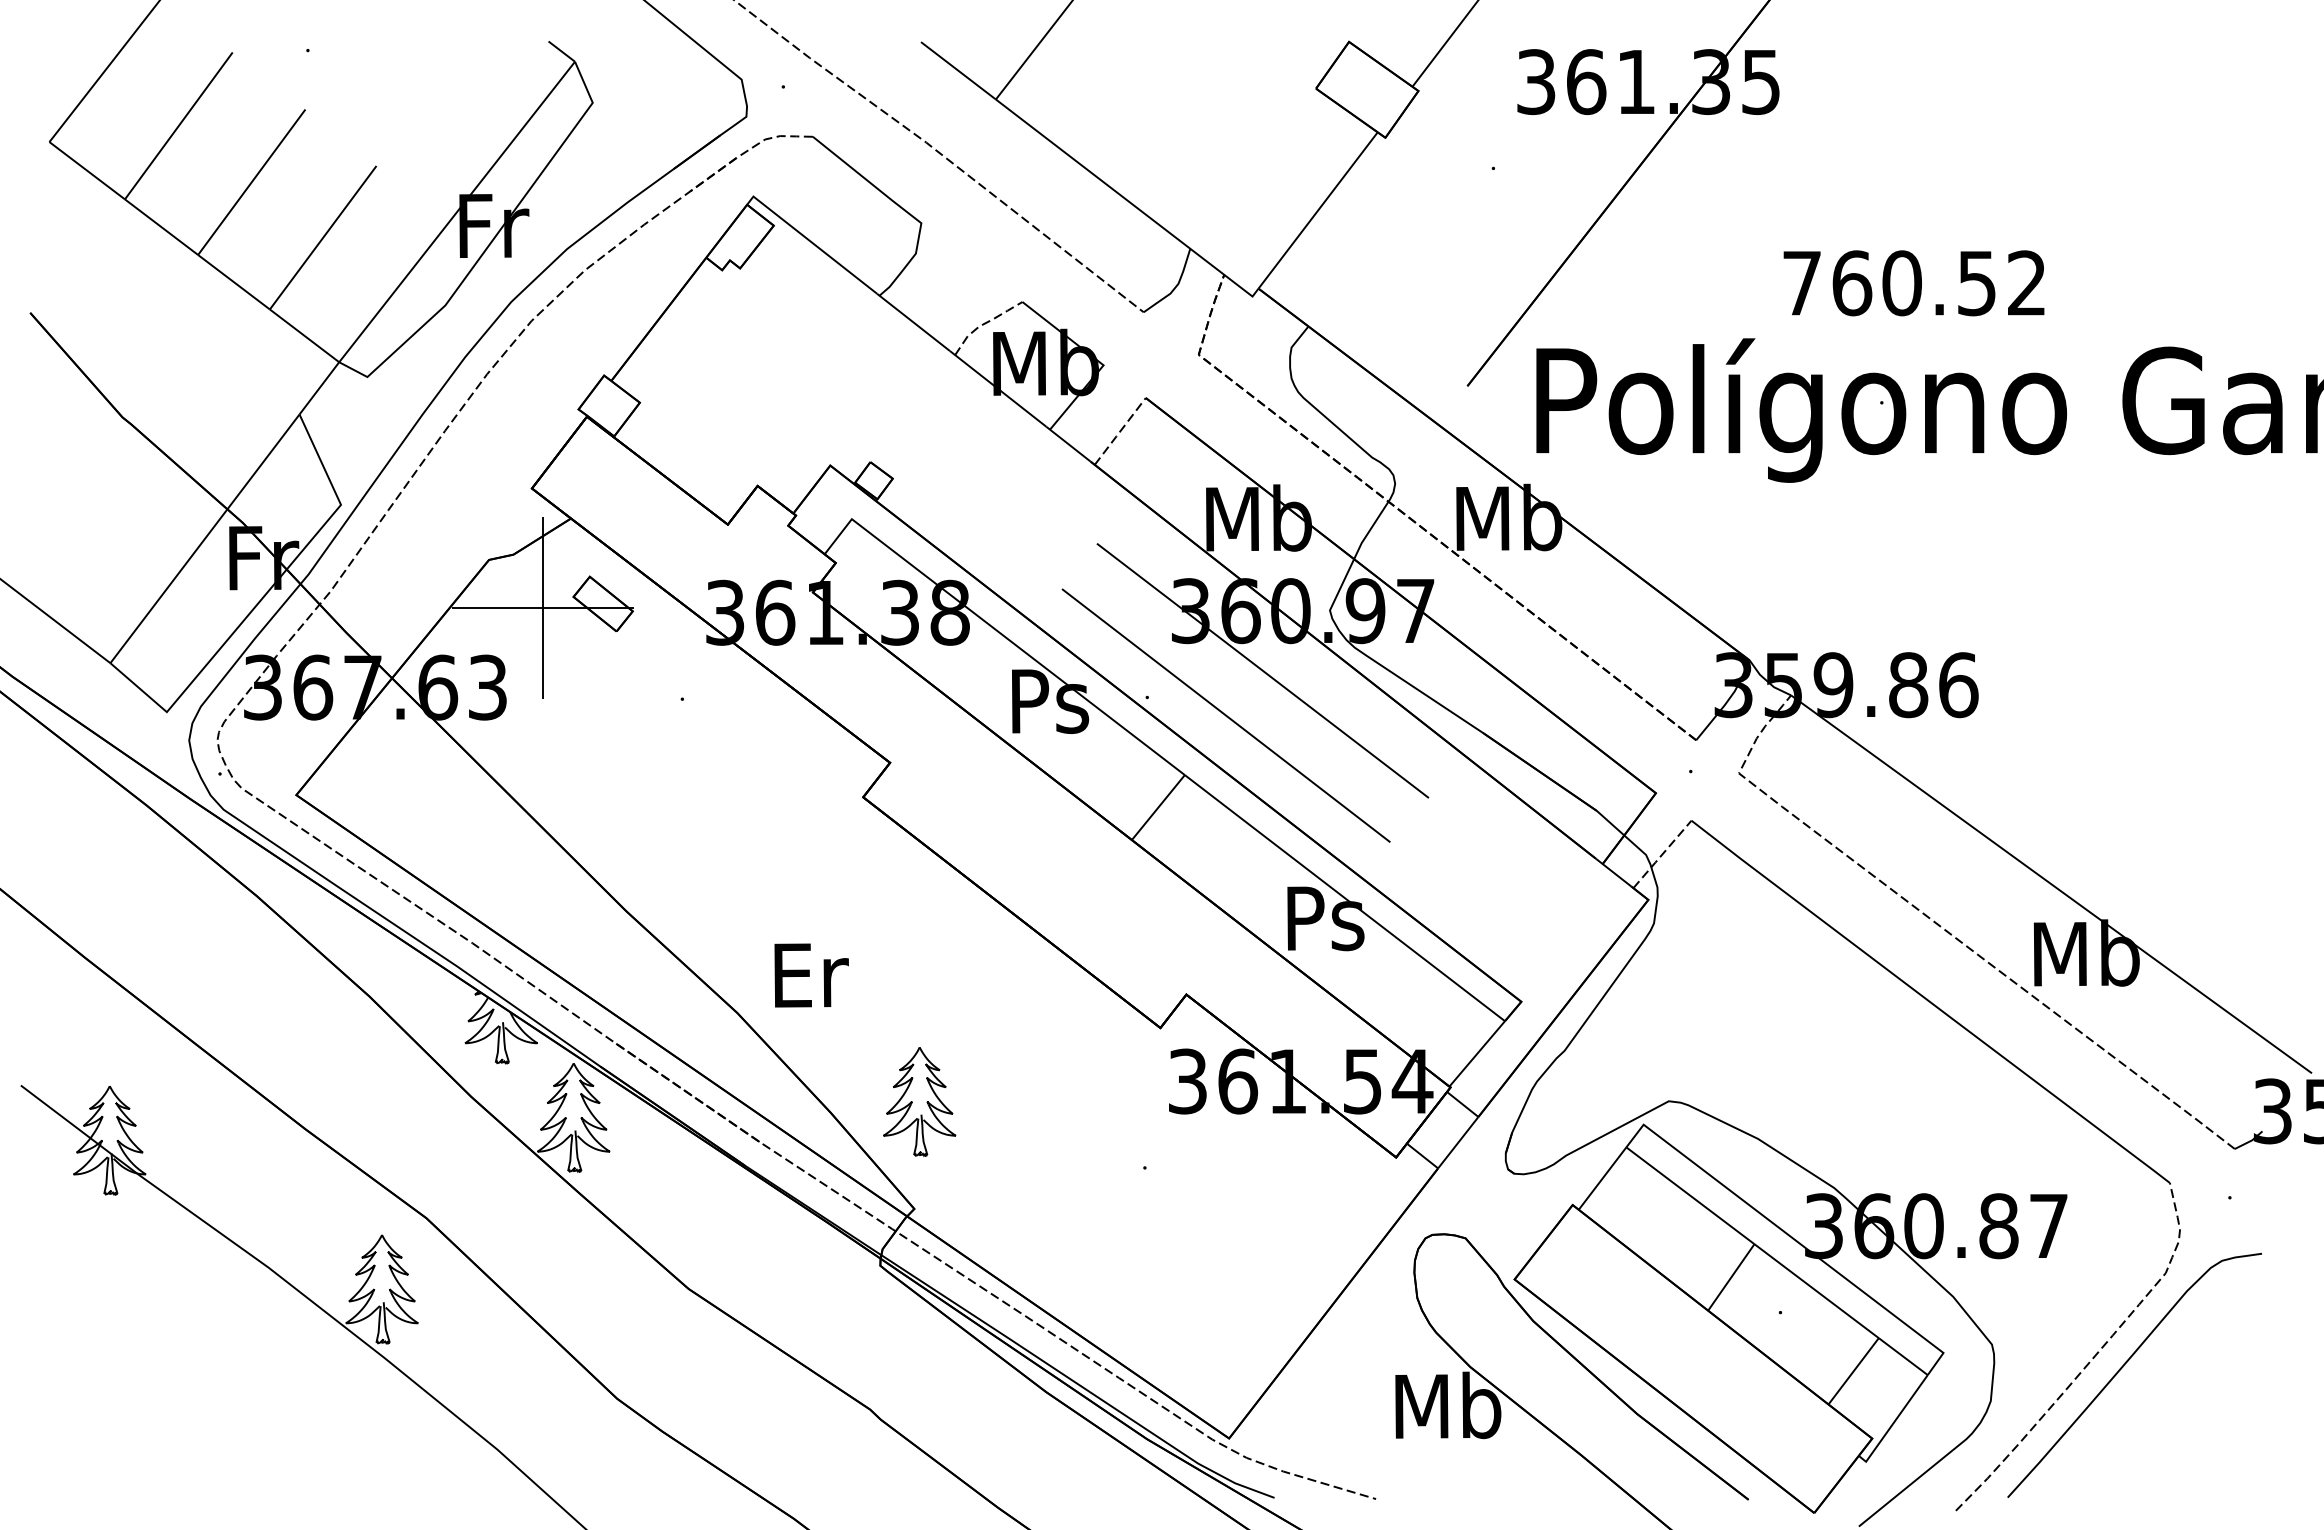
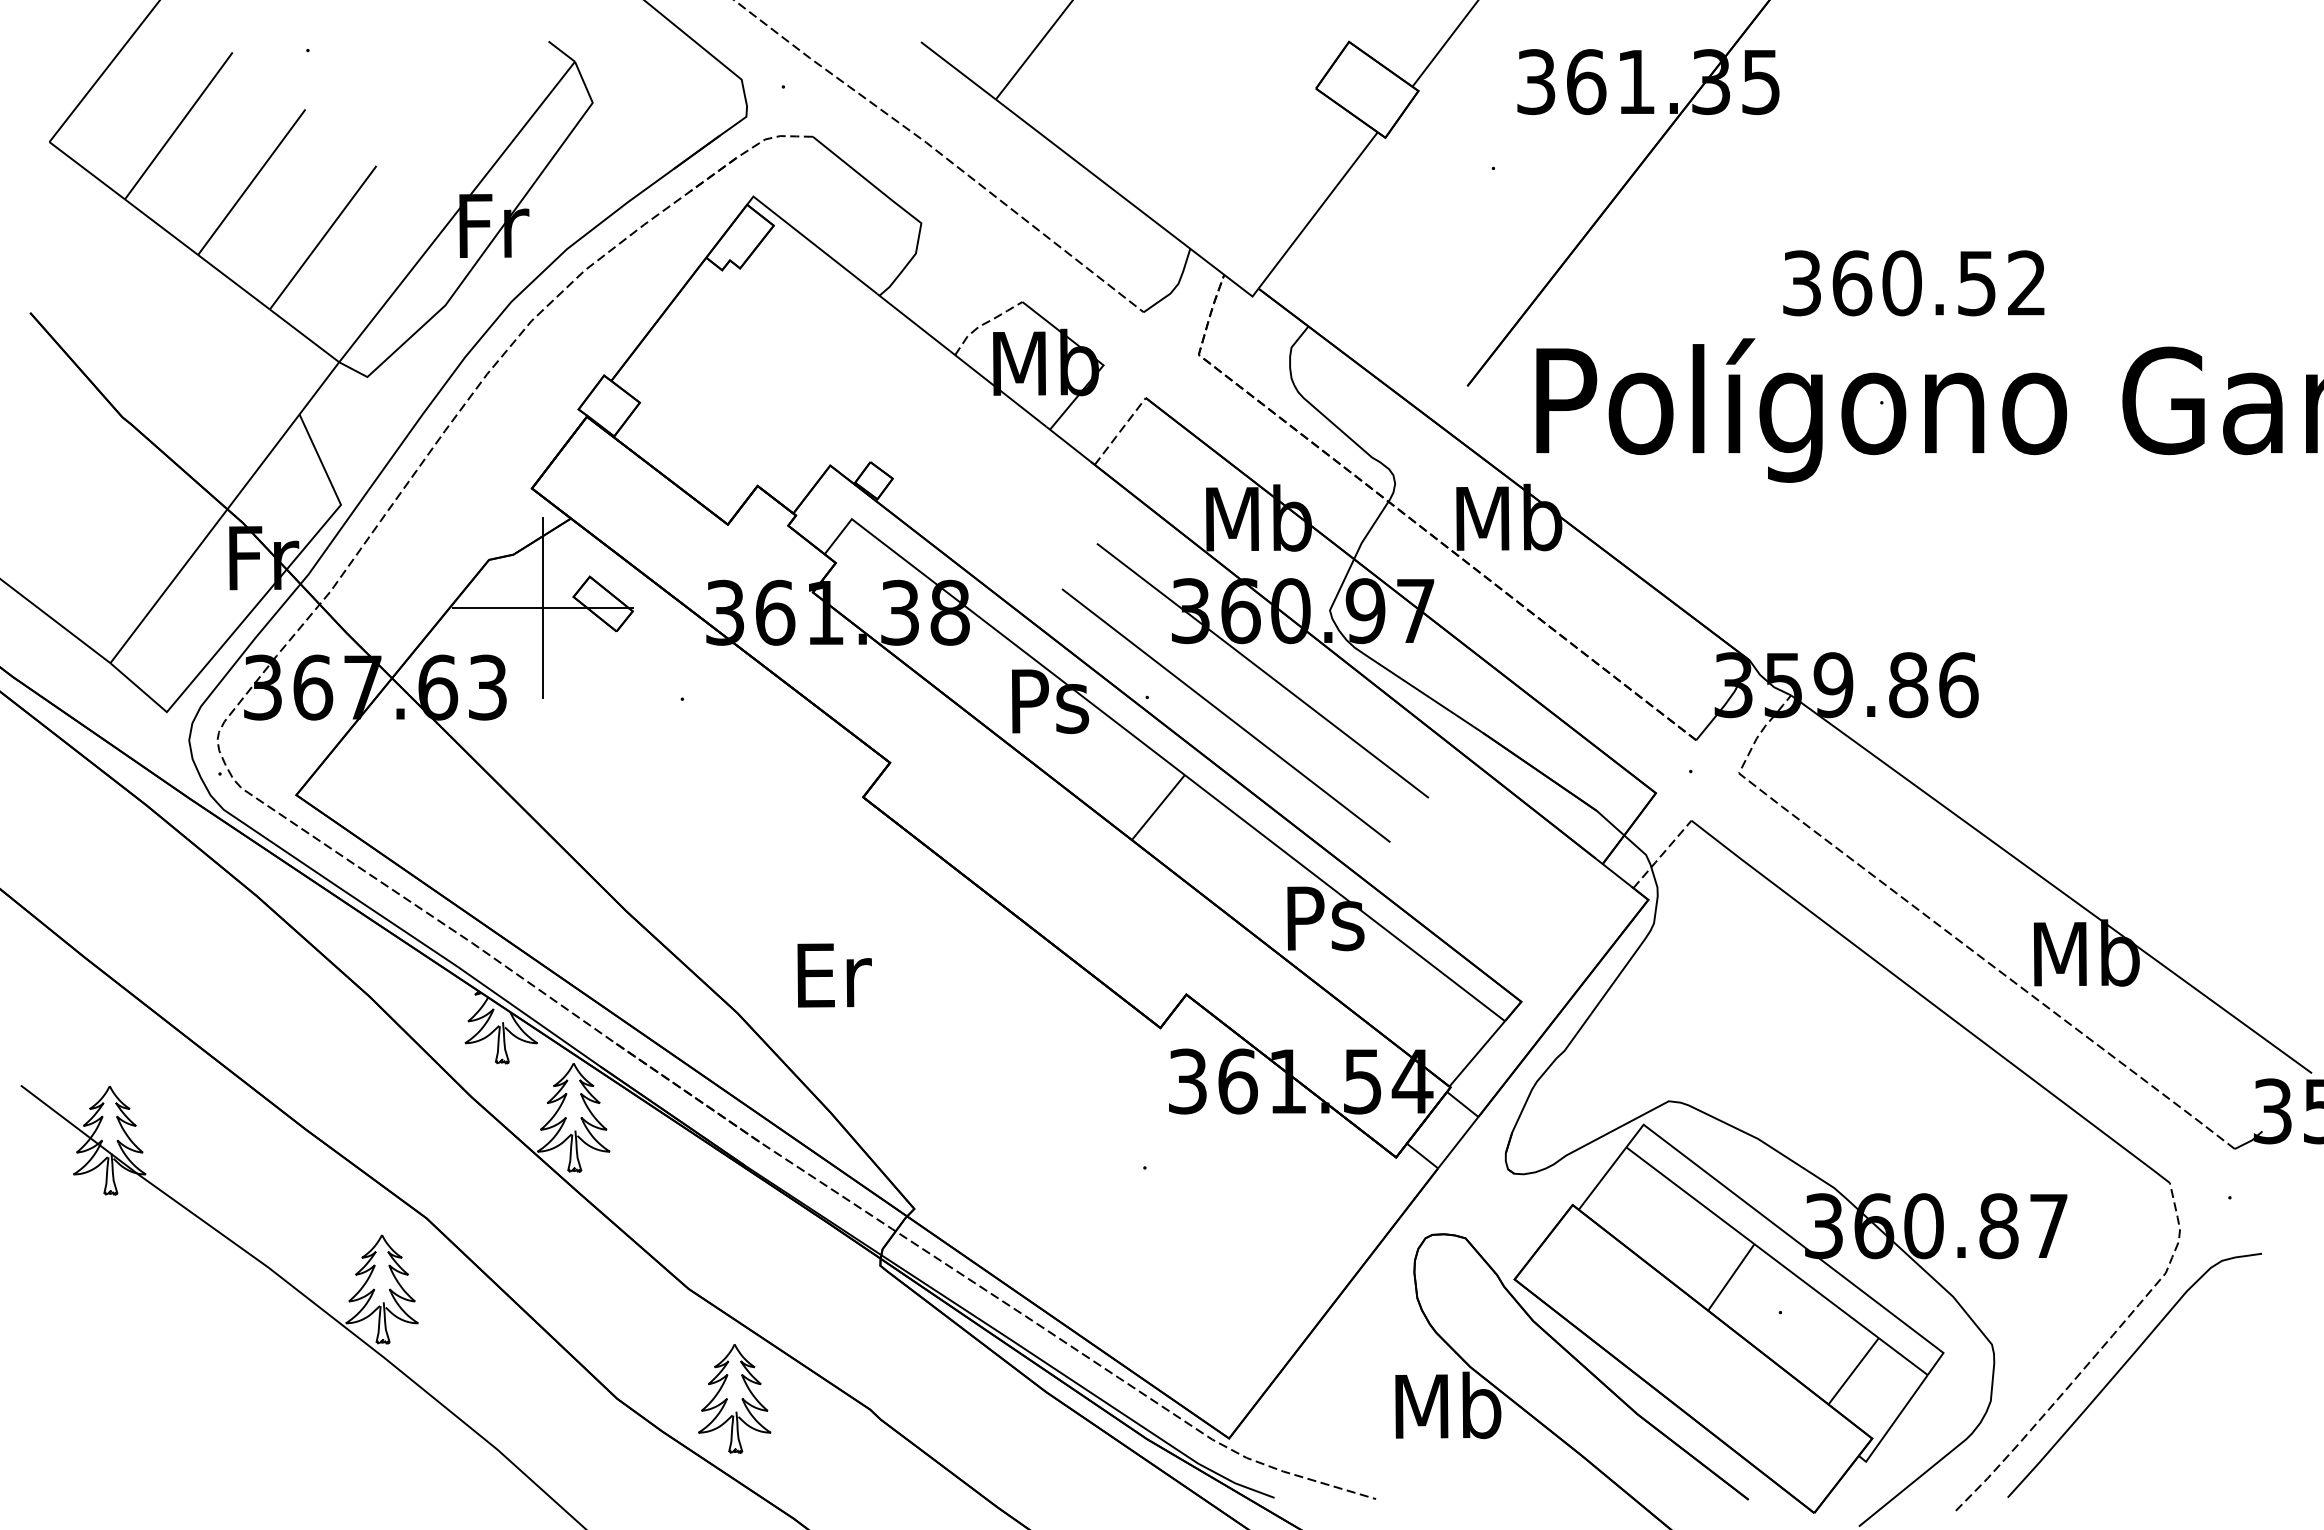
text at (1801, 283): 760.52 -> 360.52
text at (811, 975) position: (811, 975) -> (834, 975)
part at (919, 1101) position: (919, 1101) -> (734, 1398)
